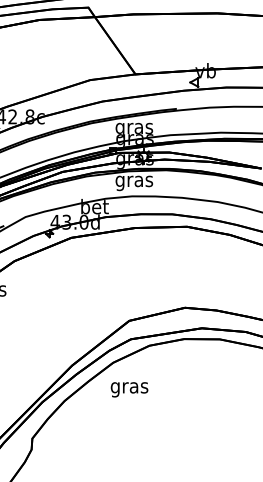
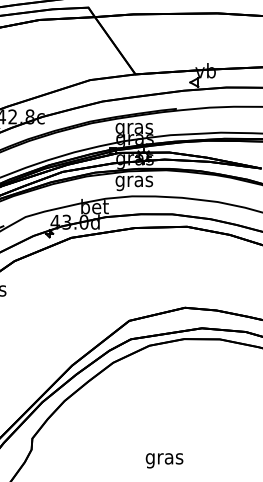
text at (129, 389) position: (129, 389) -> (164, 460)
